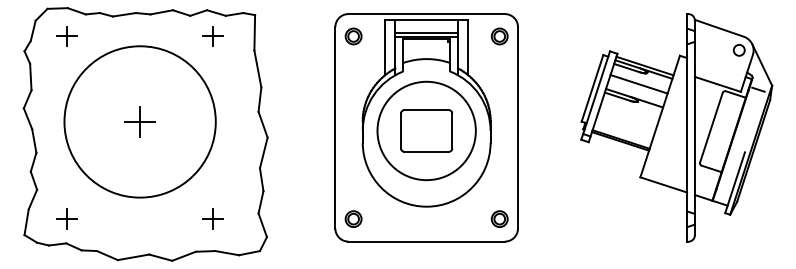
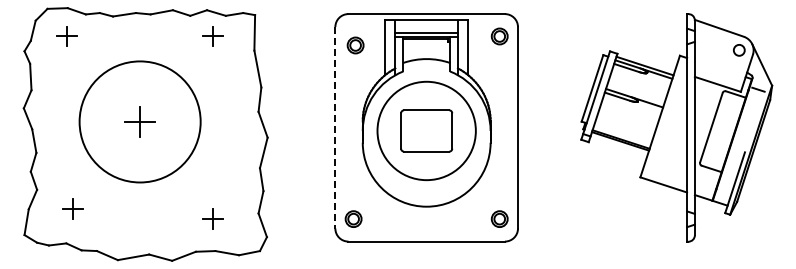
part at (353, 36) position: (353, 36) -> (355, 45)
line at (638, 84): present -> none
circle at (139, 121) diameter: 151 px -> 121 px
line at (335, 127): solid -> dashed
part at (66, 218) position: (66, 218) -> (72, 208)
